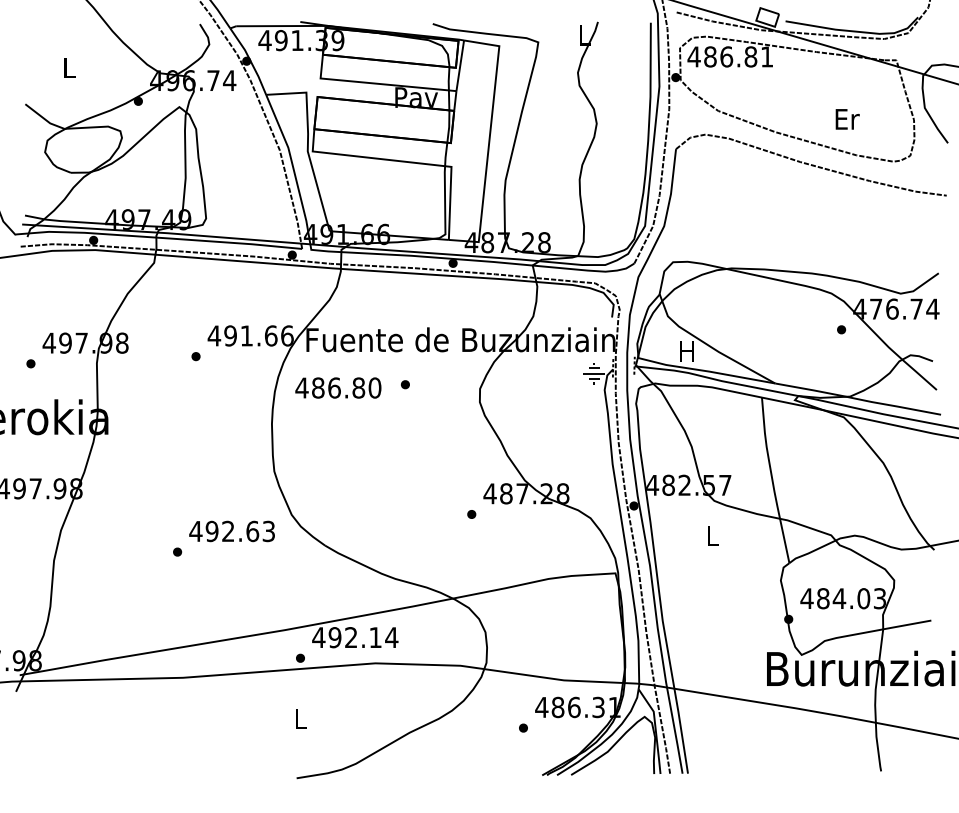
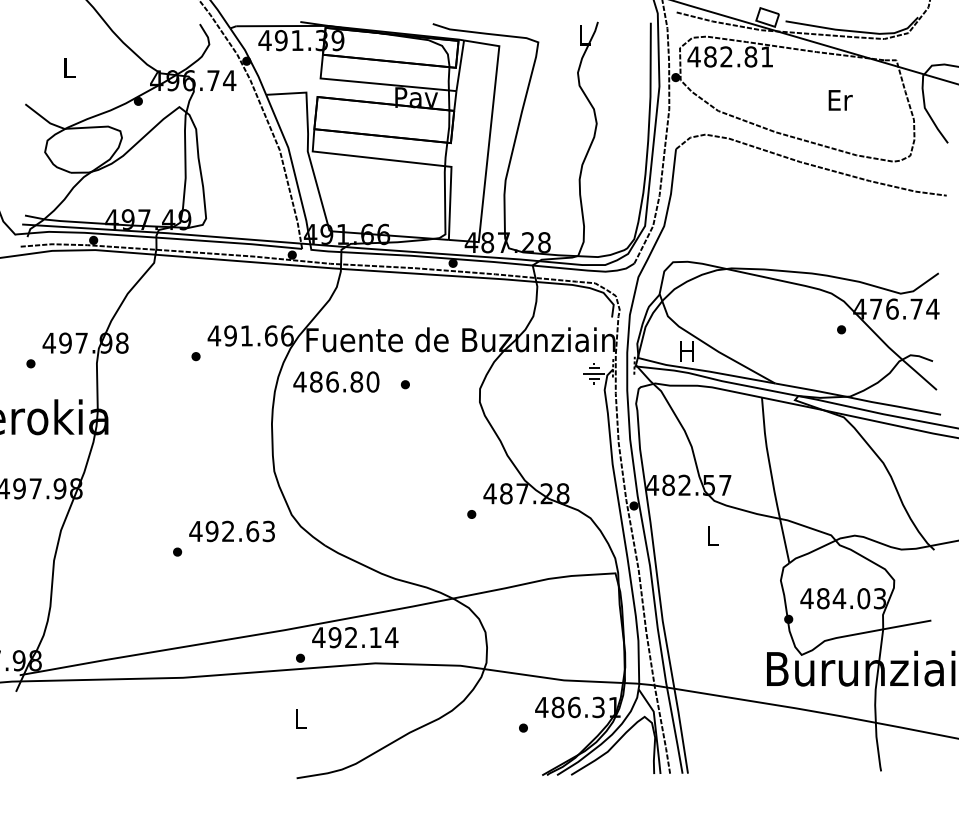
text at (726, 56): 486.81 -> 482.81
text at (847, 119) position: (847, 119) -> (840, 100)
text at (338, 387) position: (338, 387) -> (336, 381)
